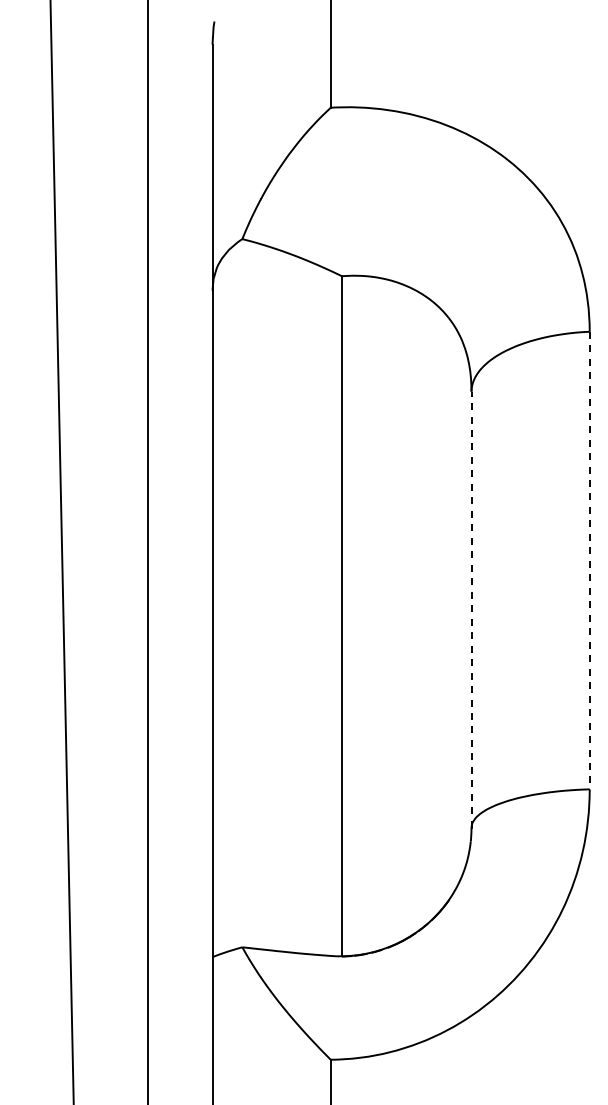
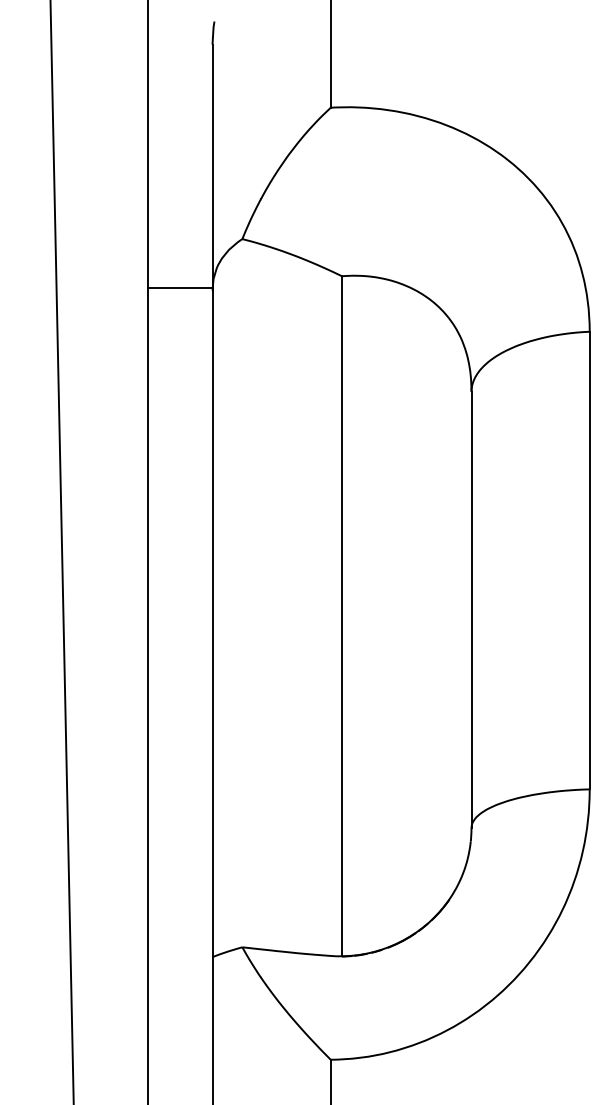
line at (179, 287): none -> present
line at (589, 560): dashed -> solid
line at (471, 609): dashed -> solid
